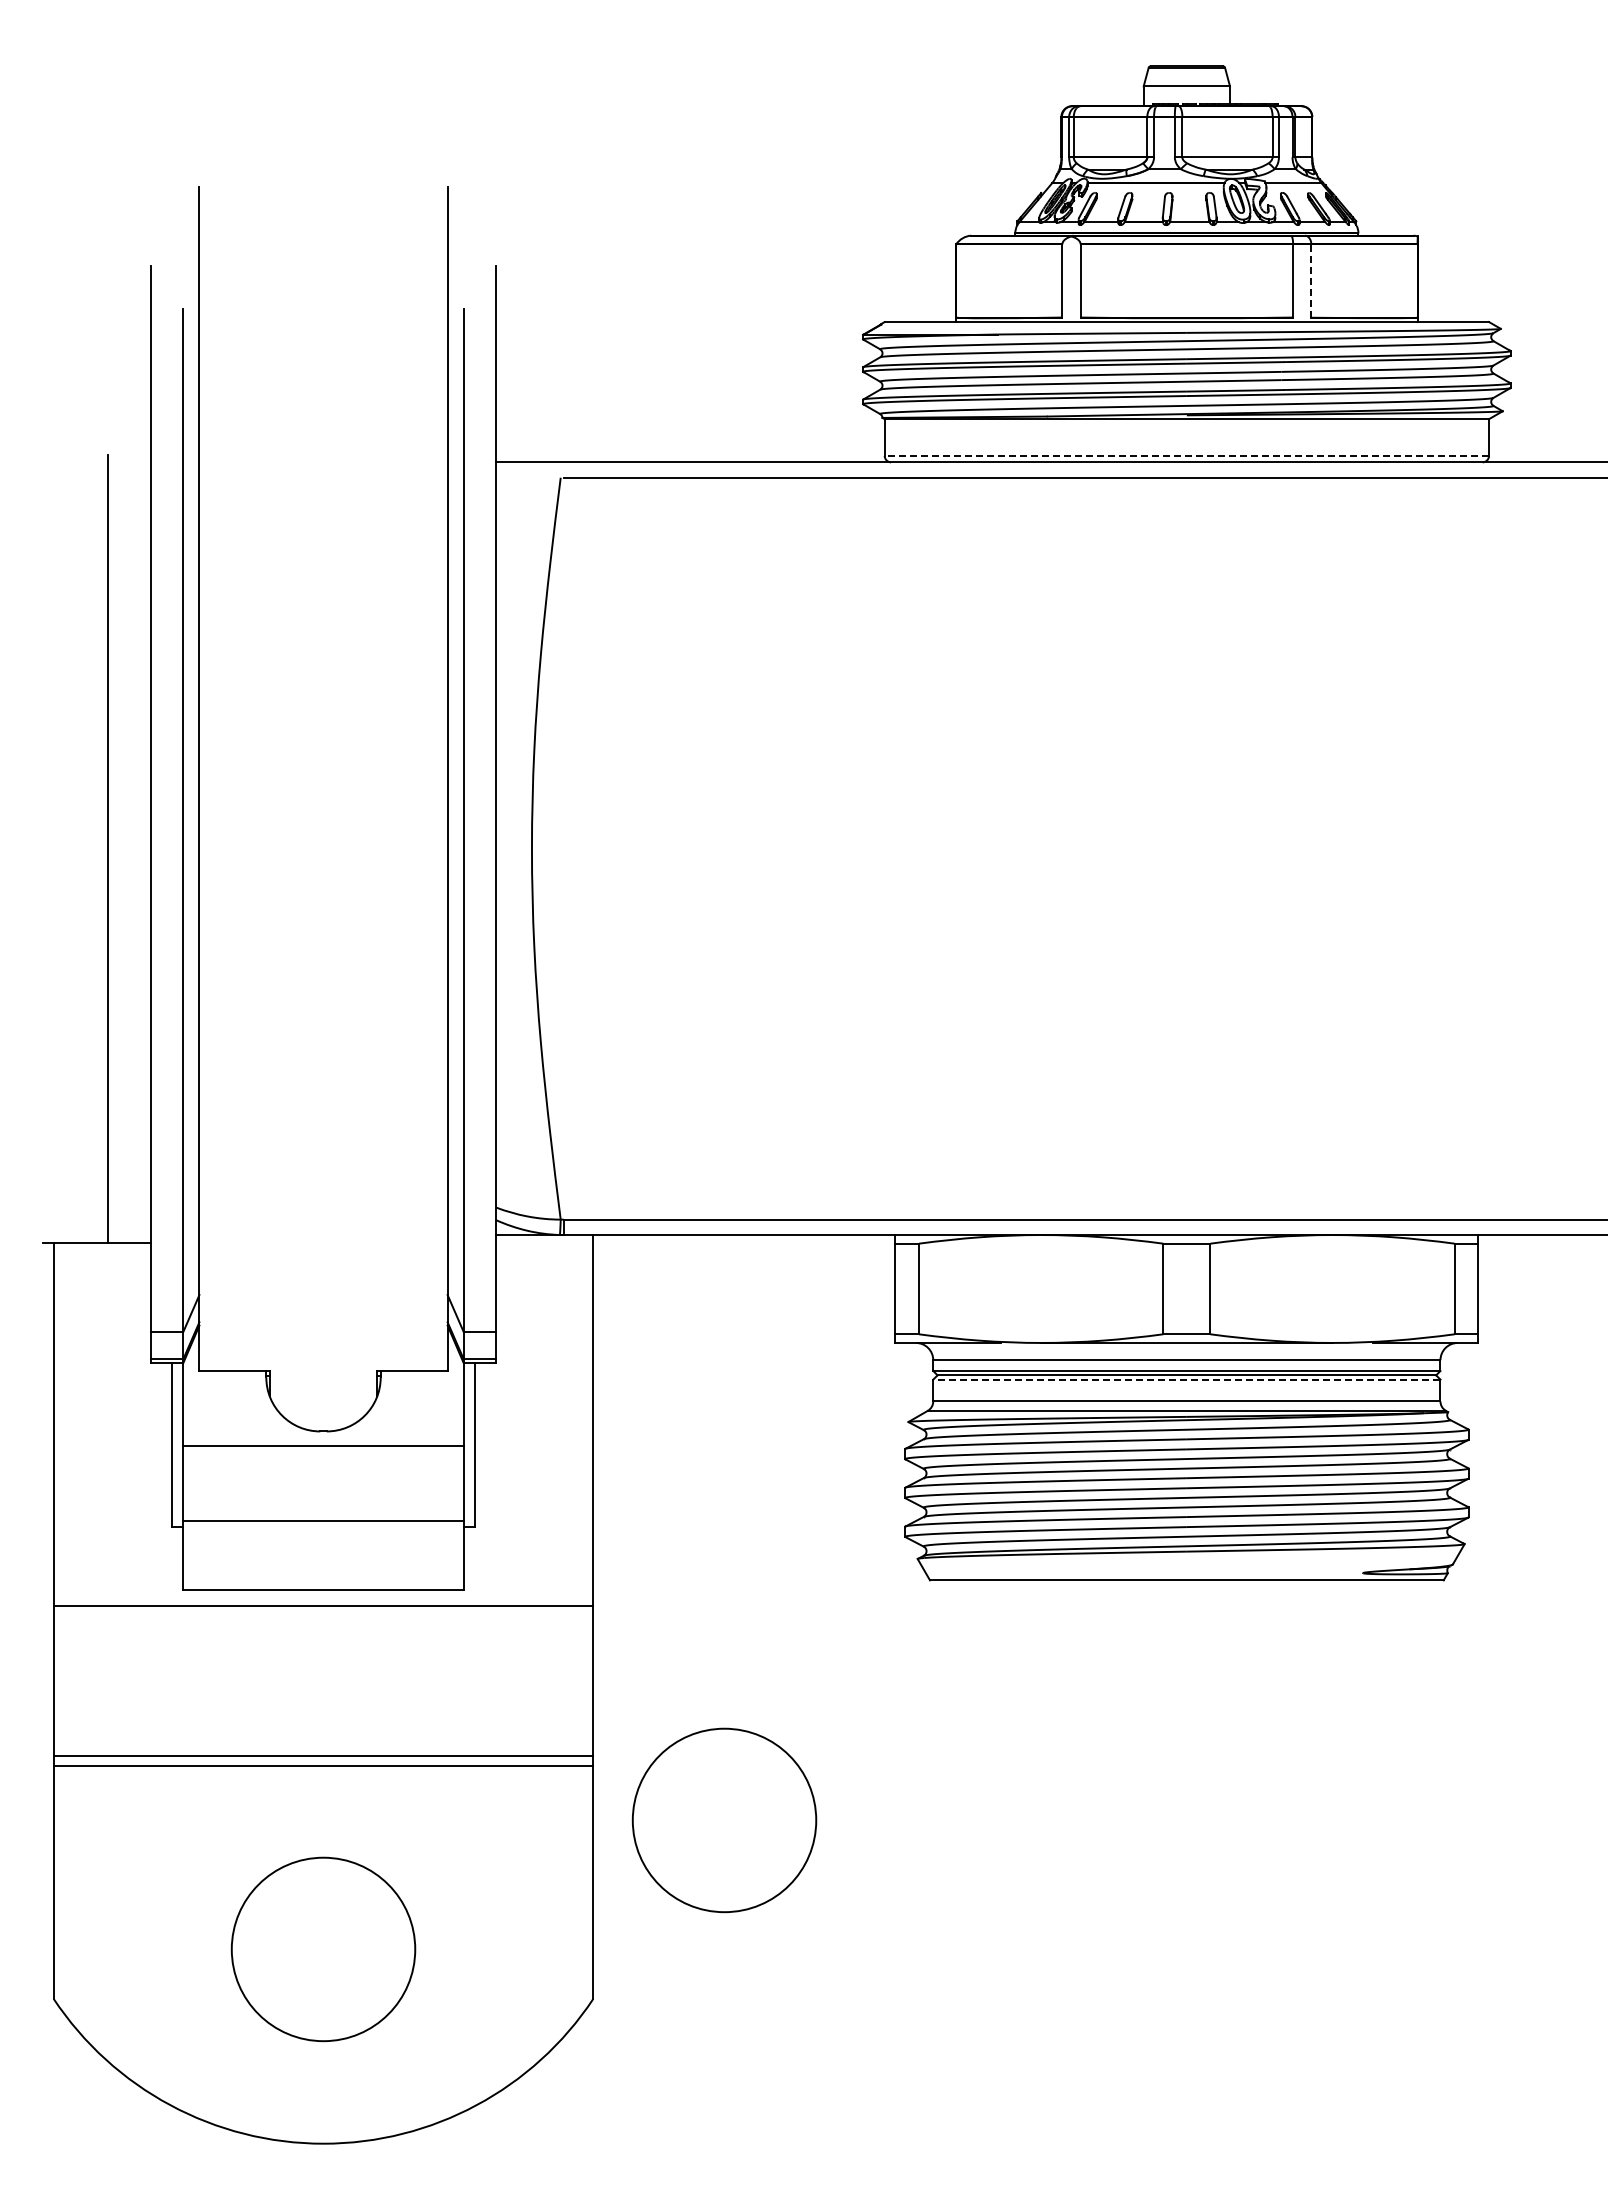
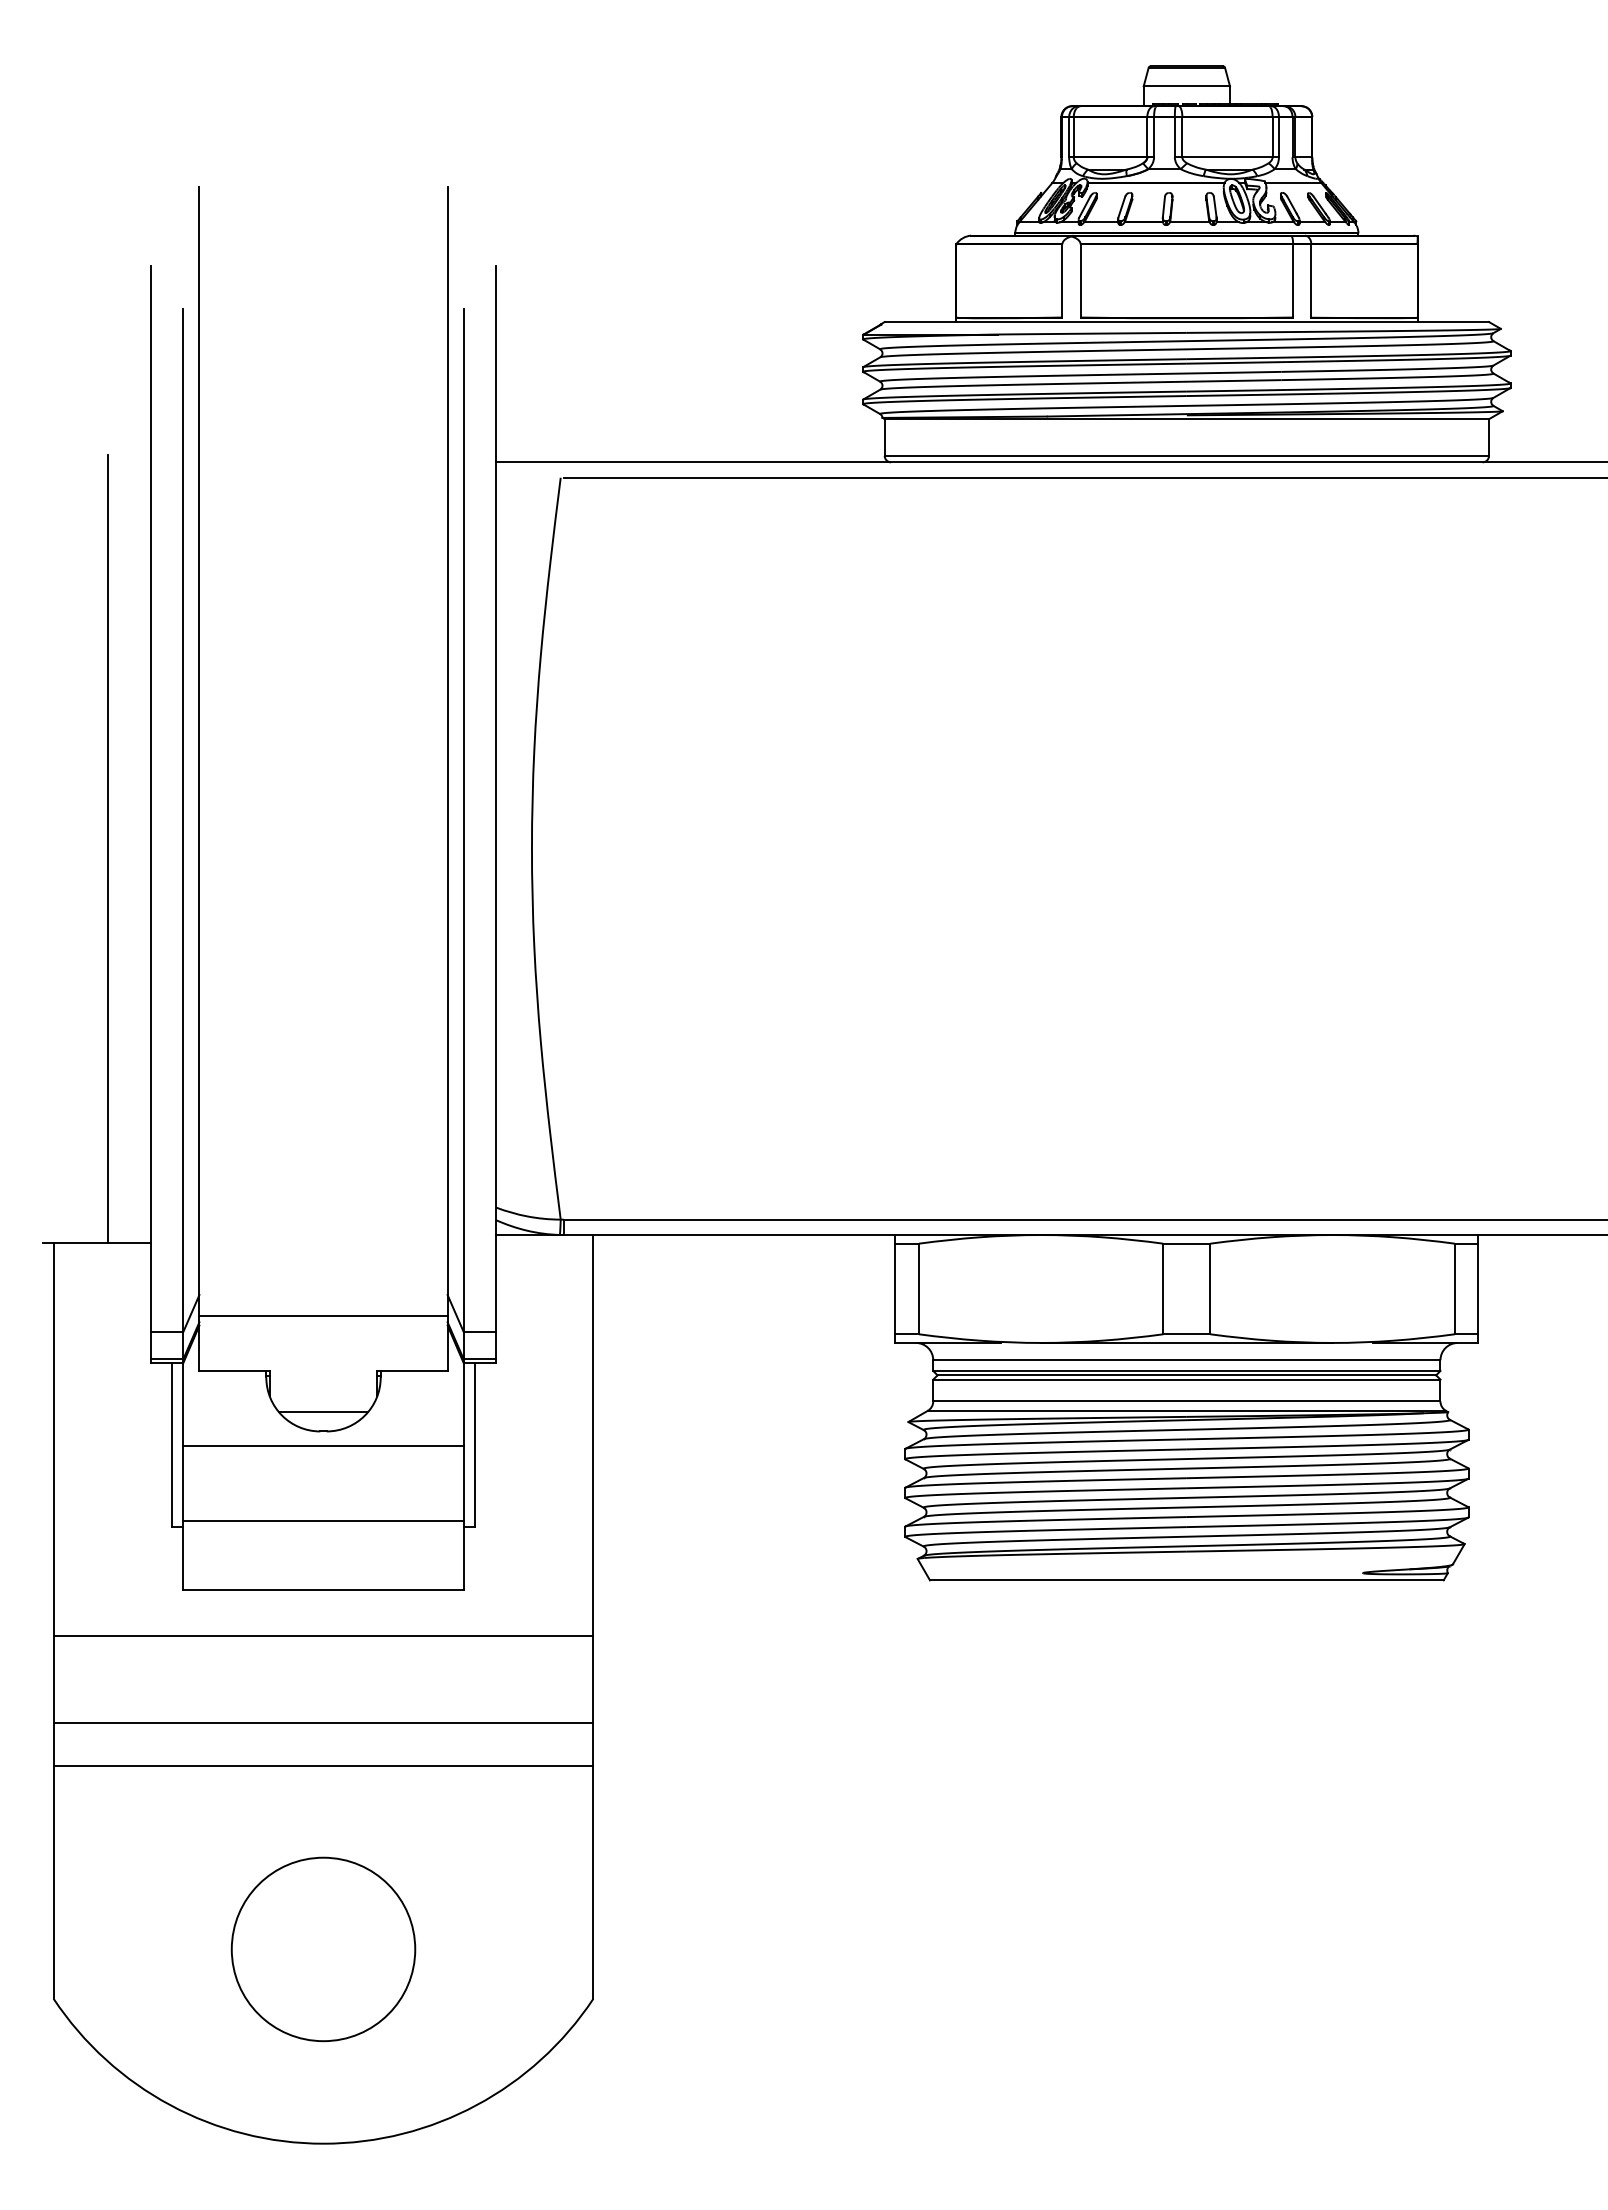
line at (1311, 281): dashed -> solid
line at (1186, 455): dashed -> solid
line at (323, 1316): none -> present
line at (1186, 1379): dashed -> solid
line at (323, 1411): none -> present
line at (323, 1606) position: (323, 1606) -> (323, 1636)
line at (323, 1755) position: (323, 1755) -> (323, 1722)
circle at (724, 1820): present -> none
